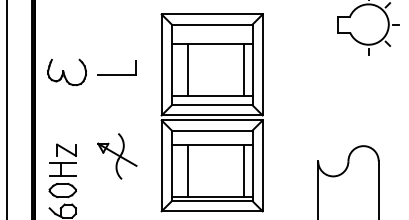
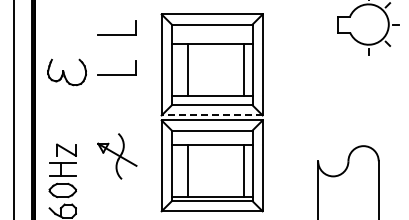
part at (116, 34): none -> present
line at (7, 109) position: (7, 109) -> (14, 109)
line at (211, 115): solid -> dashed
